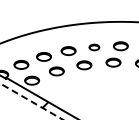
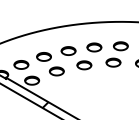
part at (94, 47) size: 13x9 px -> 17x11 px
line at (31, 101): dashed -> solid
